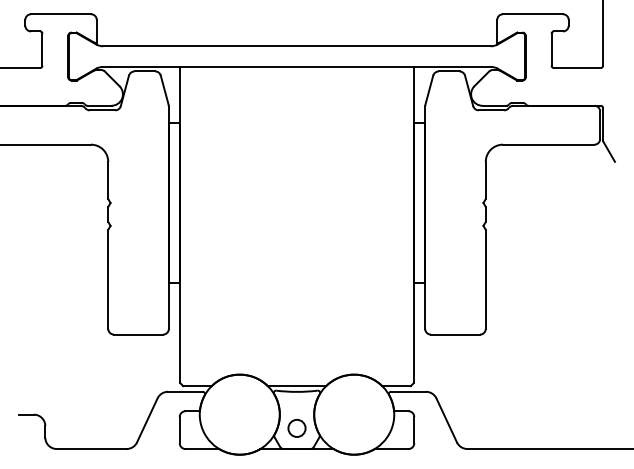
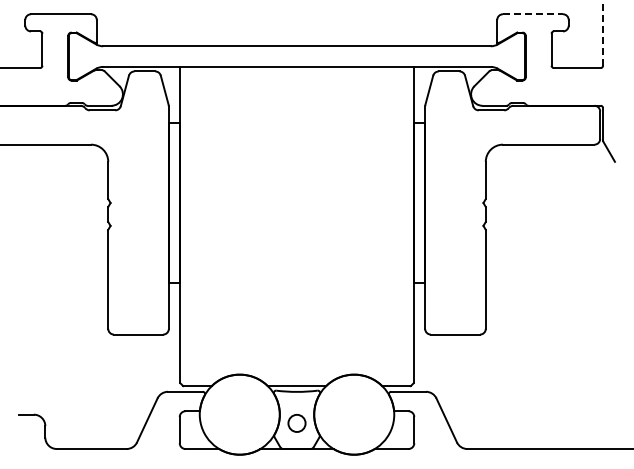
line at (533, 14): solid -> dashed
line at (603, 32): solid -> dashed
circle at (296, 428) position: (296, 428) -> (296, 423)
